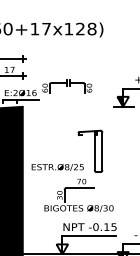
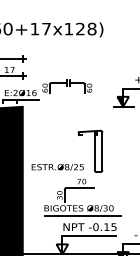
line at (82, 215): none -> present
